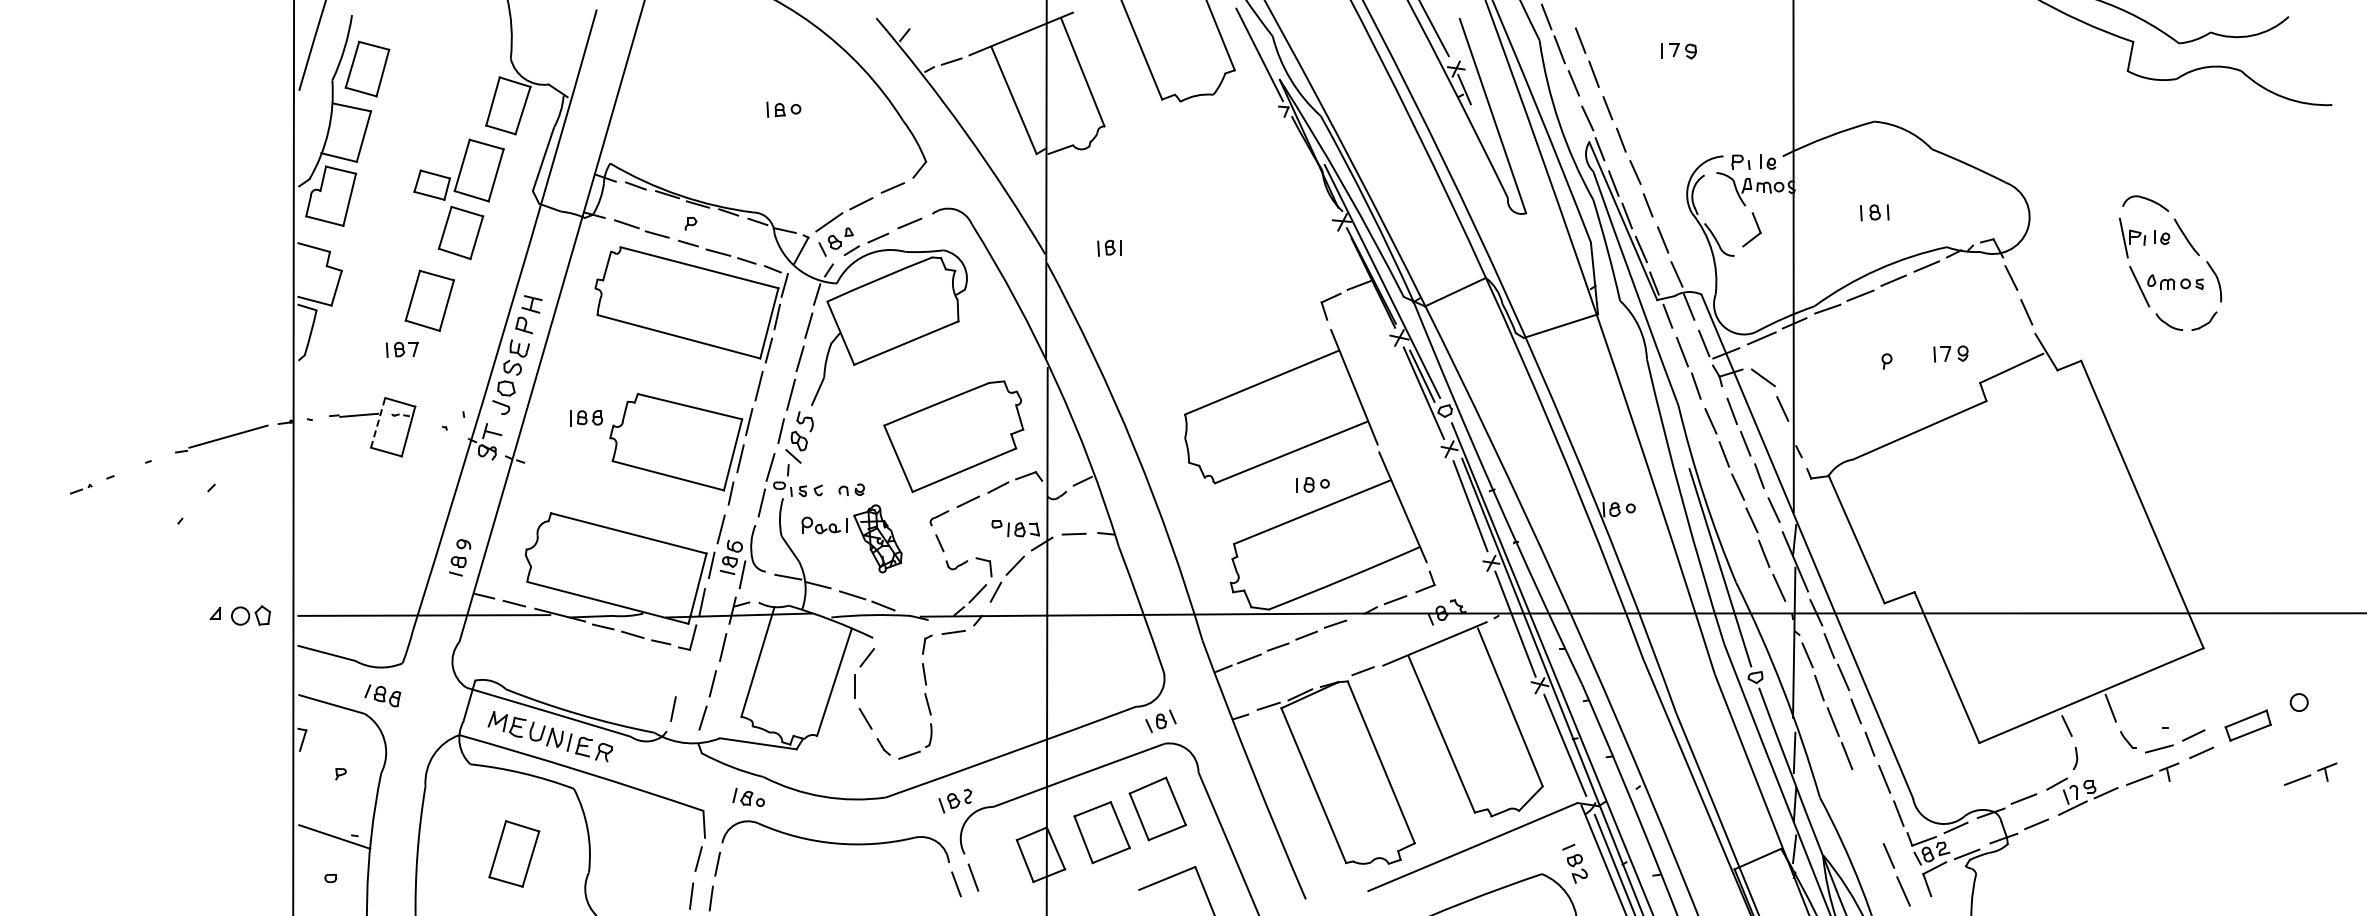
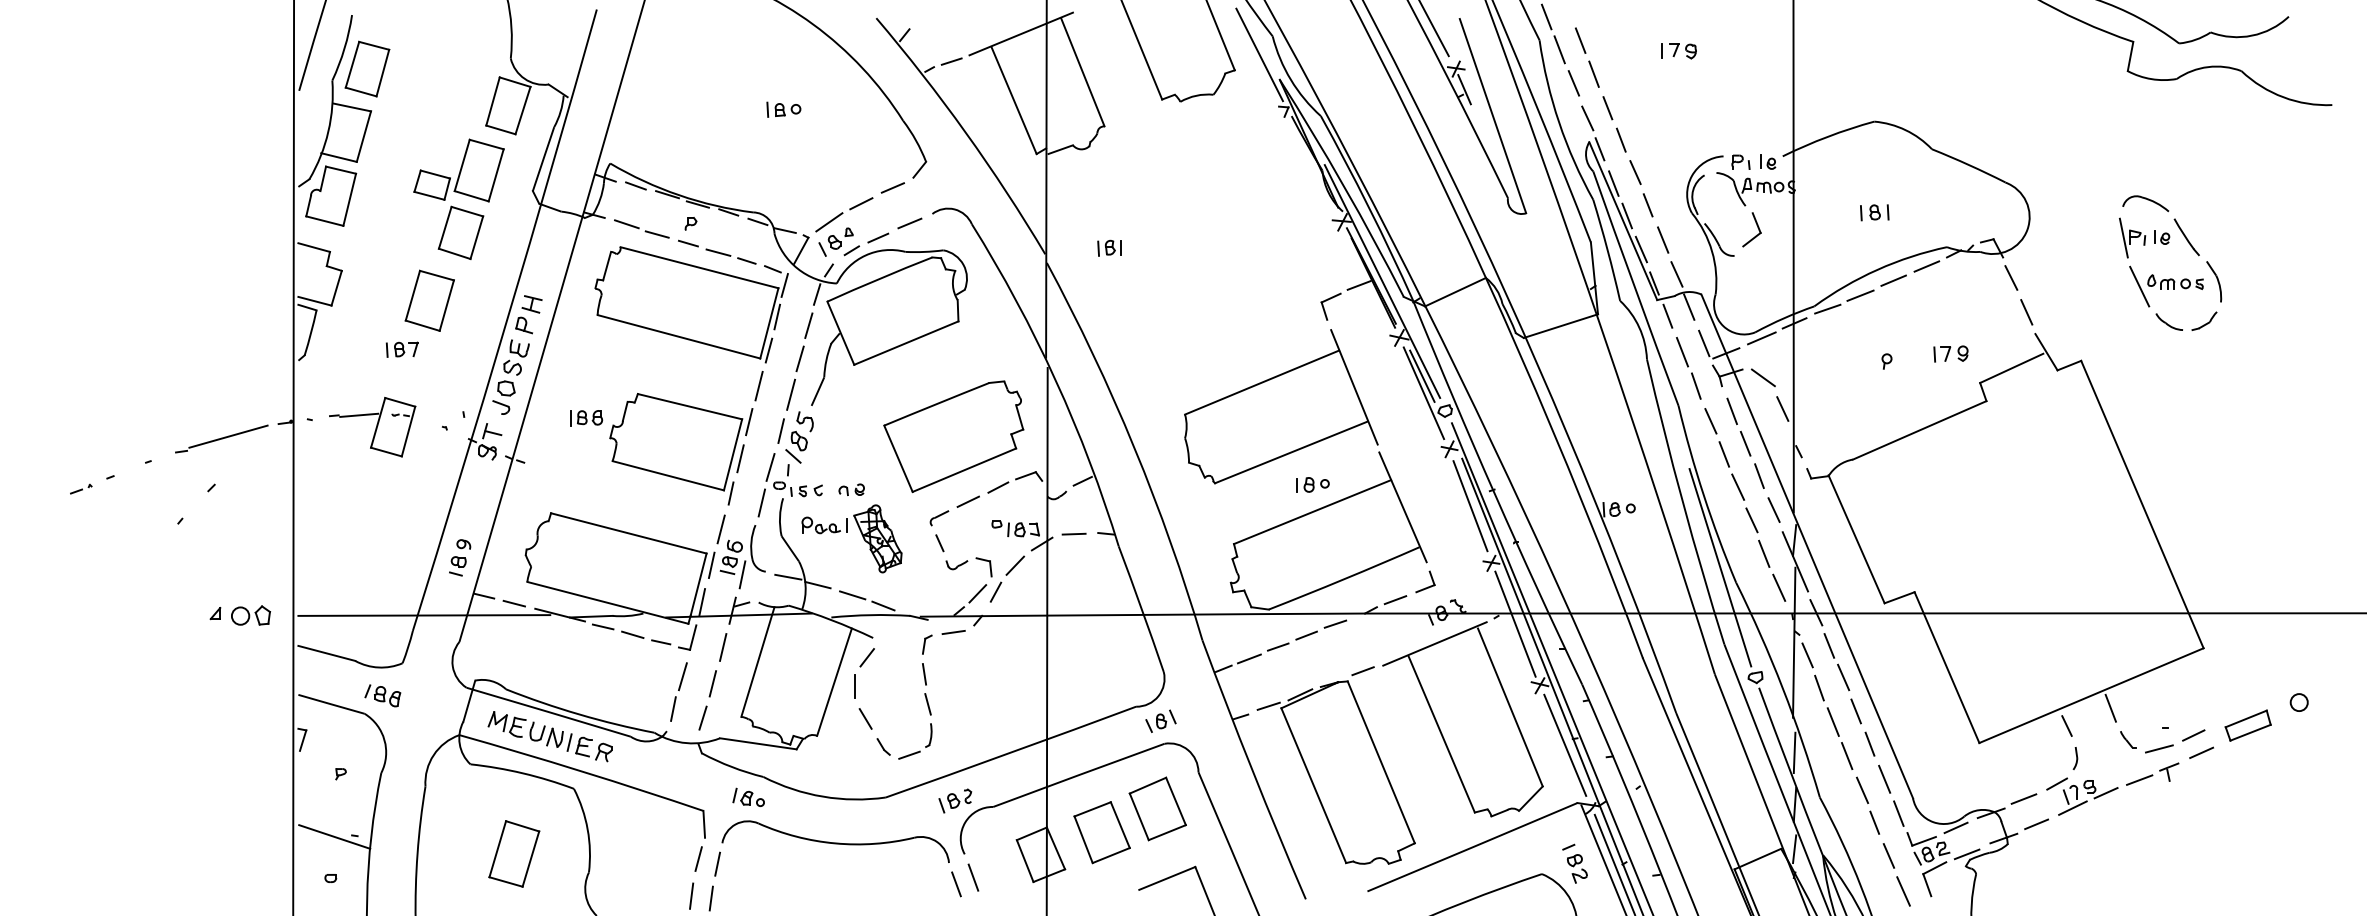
line at (378, 422): dashed -> solid
line at (682, 676): none -> present
part at (2310, 773): present -> none
part at (1868, 805): none -> present
